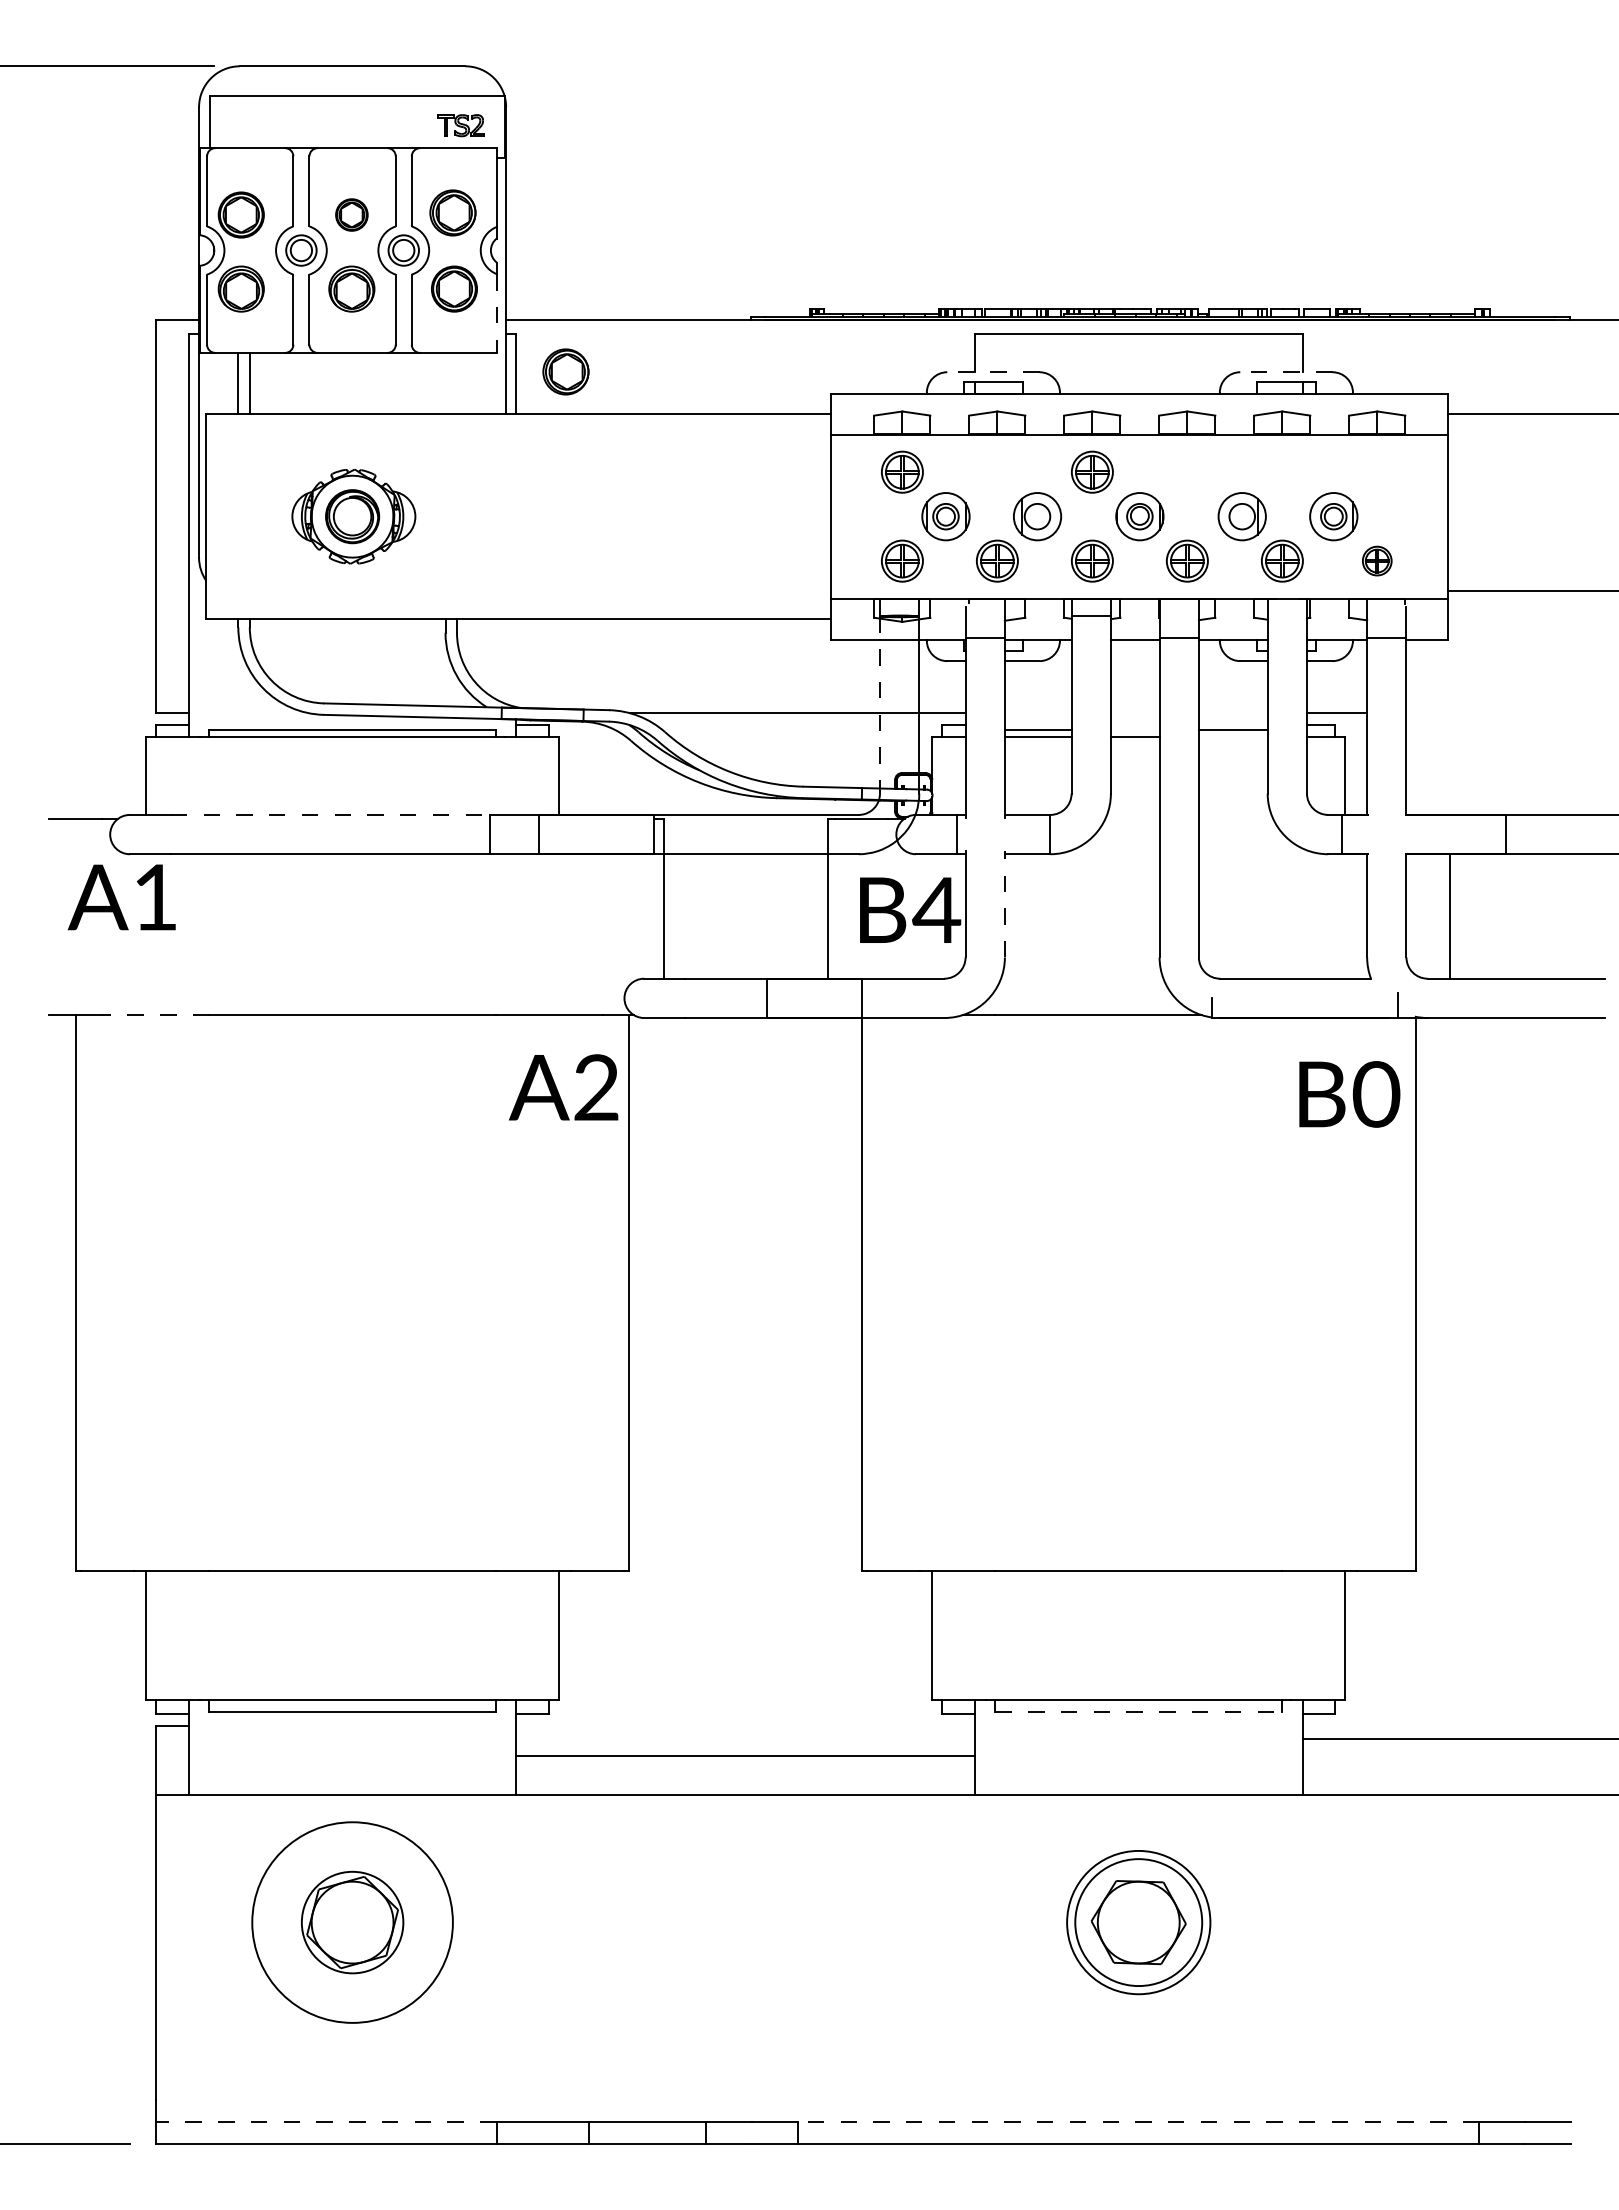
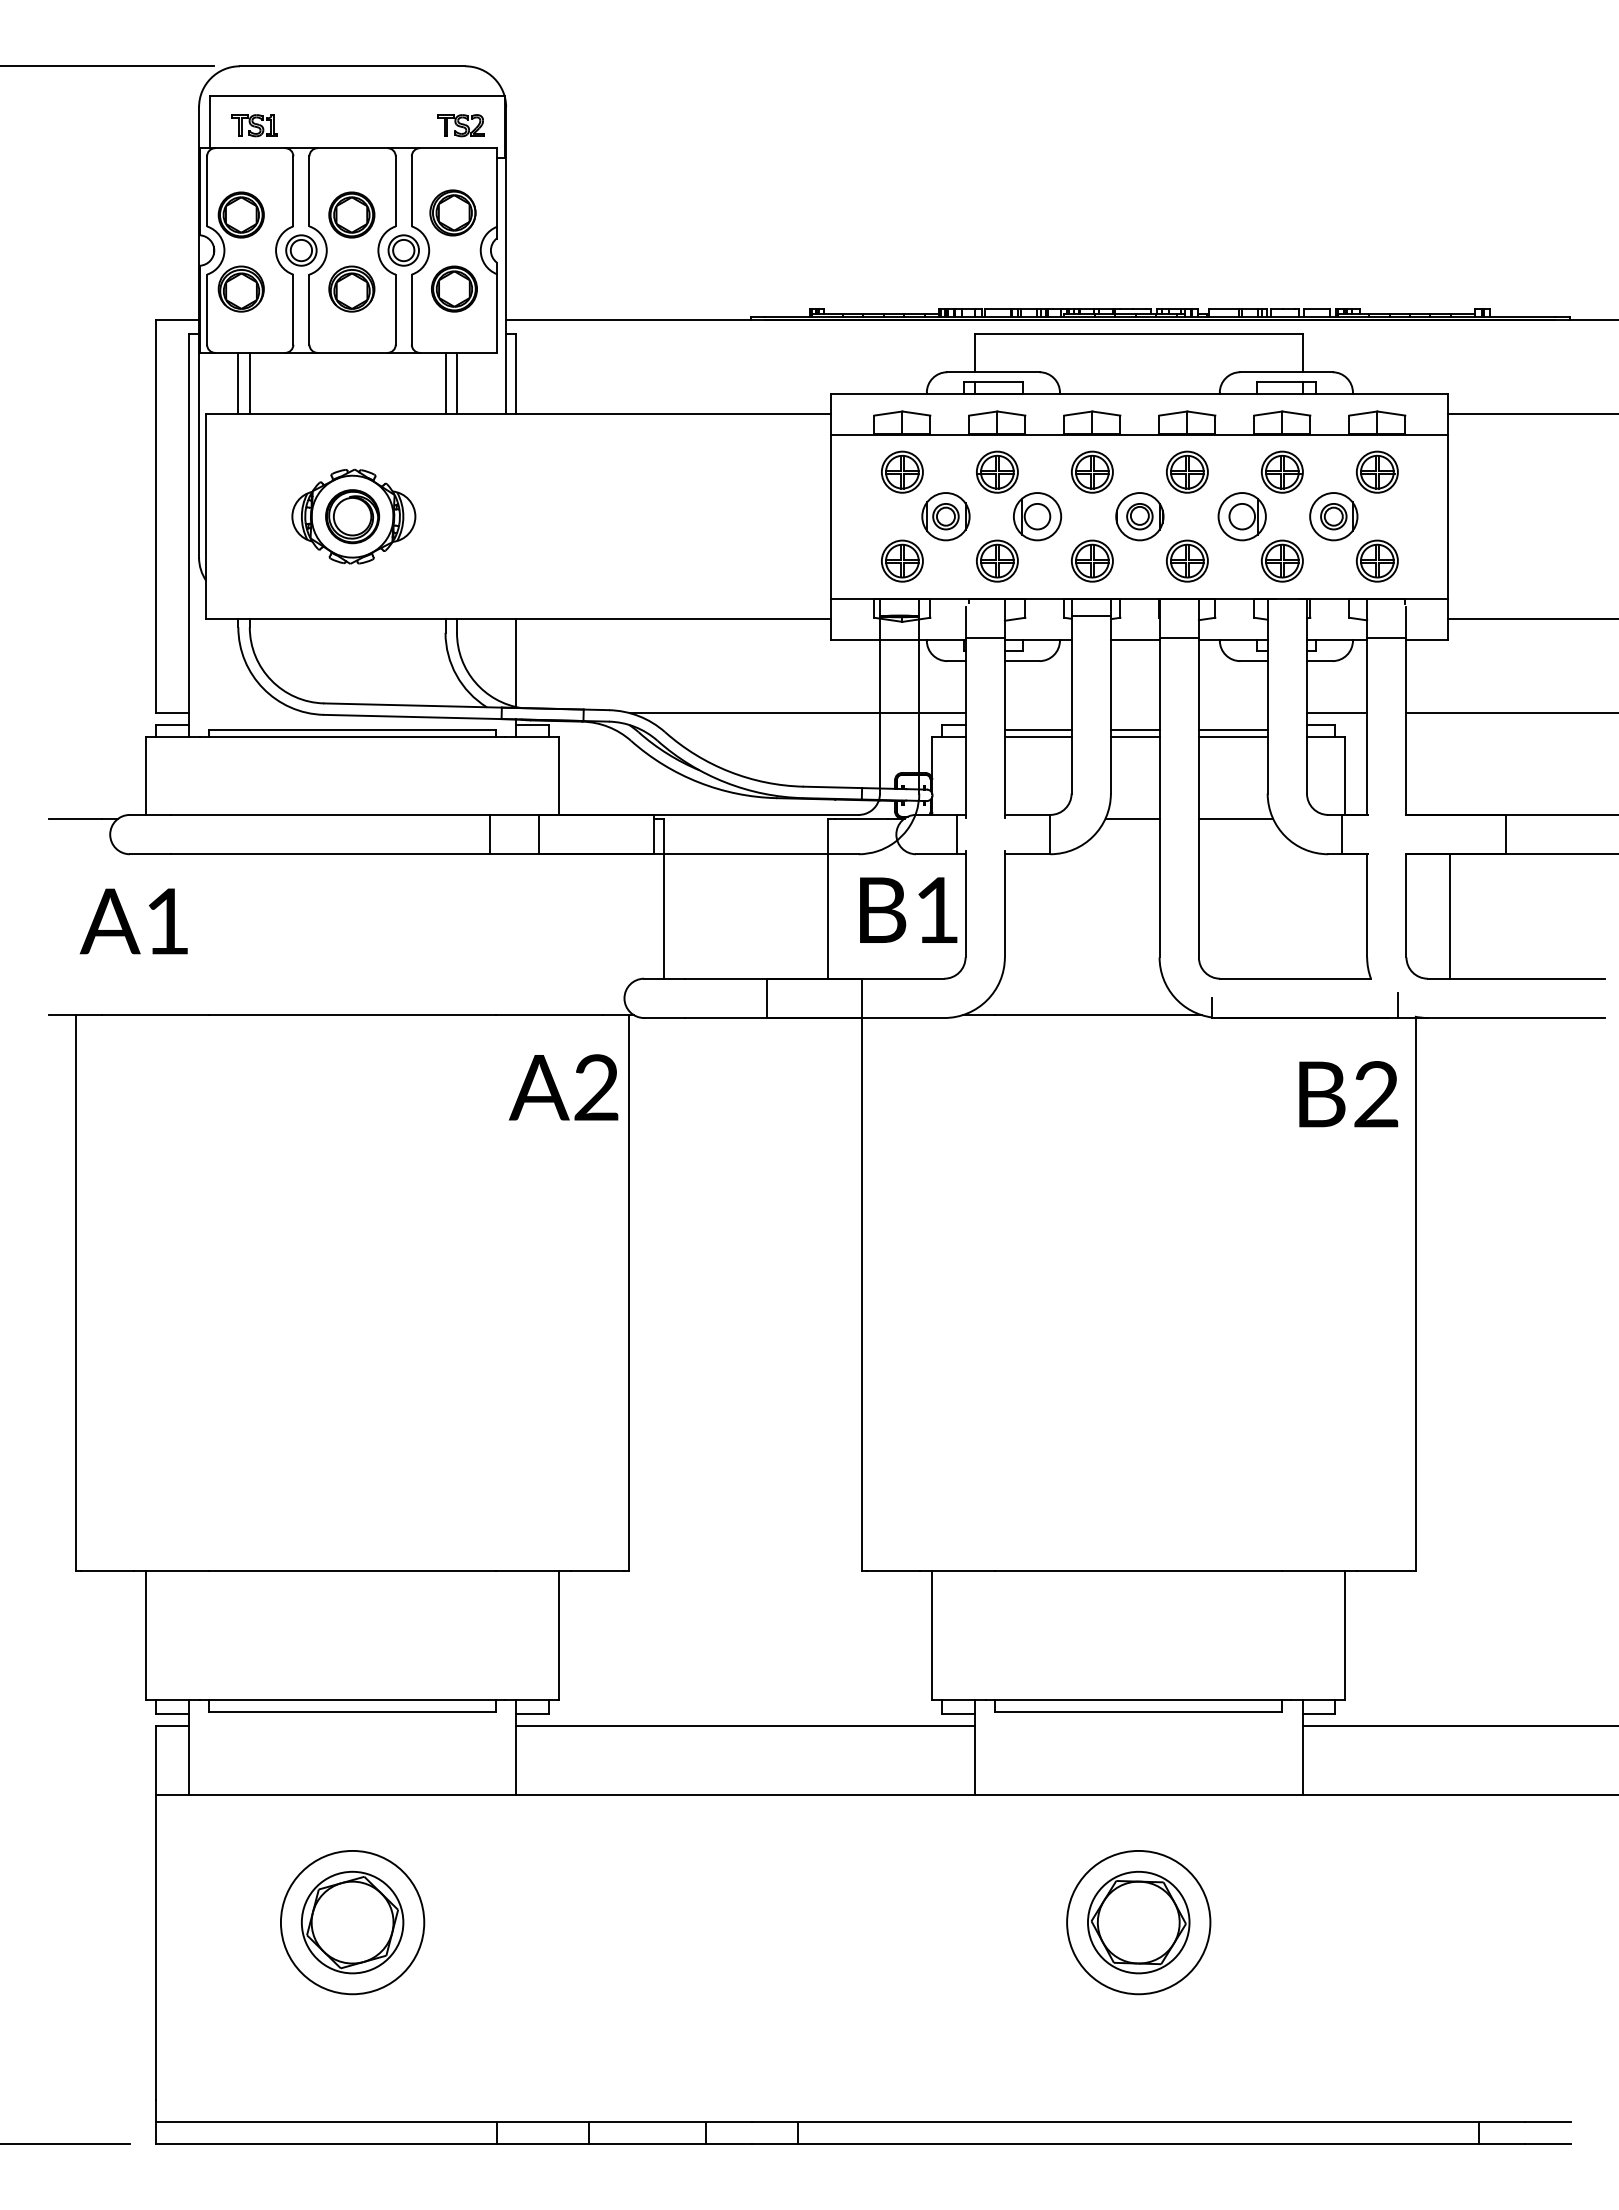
part at (254, 125): none -> present
part at (351, 214) size: 34x34 px -> 48x48 px
line at (496, 314): dashed -> solid
part at (565, 371): present -> none
line at (992, 372): dashed -> solid
line at (1285, 372): dashed -> solid
line at (445, 383): none -> present
line at (457, 383): none -> present
part at (997, 471): none -> present
part at (1187, 471): none -> present
part at (1282, 471): none -> present
part at (1376, 471): none -> present
part at (1377, 560) size: 31x32 px -> 44x44 px
line at (1531, 591) position: (1531, 591) -> (1531, 619)
line at (516, 663): none -> present
line at (879, 705): dashed -> solid
line at (1510, 713): none -> present
line at (1134, 729): none -> present
line at (1232, 736): none -> present
line at (330, 814): dashed -> solid
line at (1132, 818): none -> present
line at (1235, 818): none -> present
text at (121, 897) position: (121, 897) -> (133, 921)
line at (1004, 903): dashed -> solid
text at (936, 909): B4 -> B1
line at (155, 1015): dashed -> solid
text at (1376, 1094): B0 -> B2
line at (1139, 1712): dashed -> solid
line at (1458, 1739) position: (1458, 1739) -> (1458, 1726)
line at (745, 1756) position: (745, 1756) -> (745, 1726)
circle at (352, 1922) diameter: 201 px -> 143 px
circle at (1138, 1922) diameter: 127 px -> 102 px
line at (325, 2121): dashed -> solid
line at (1138, 2121): dashed -> solid
